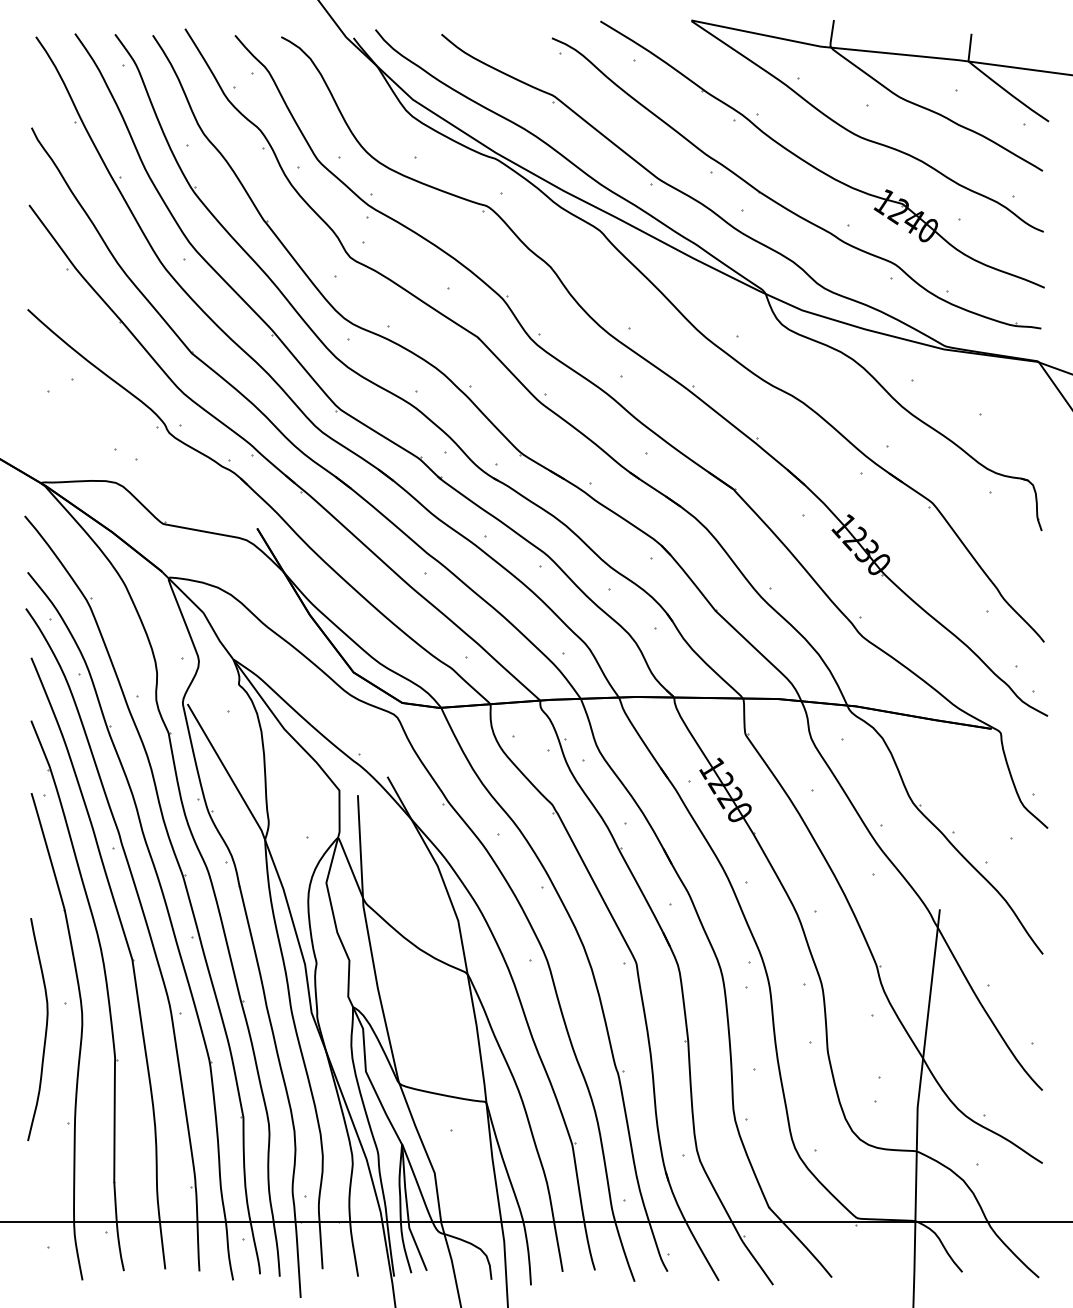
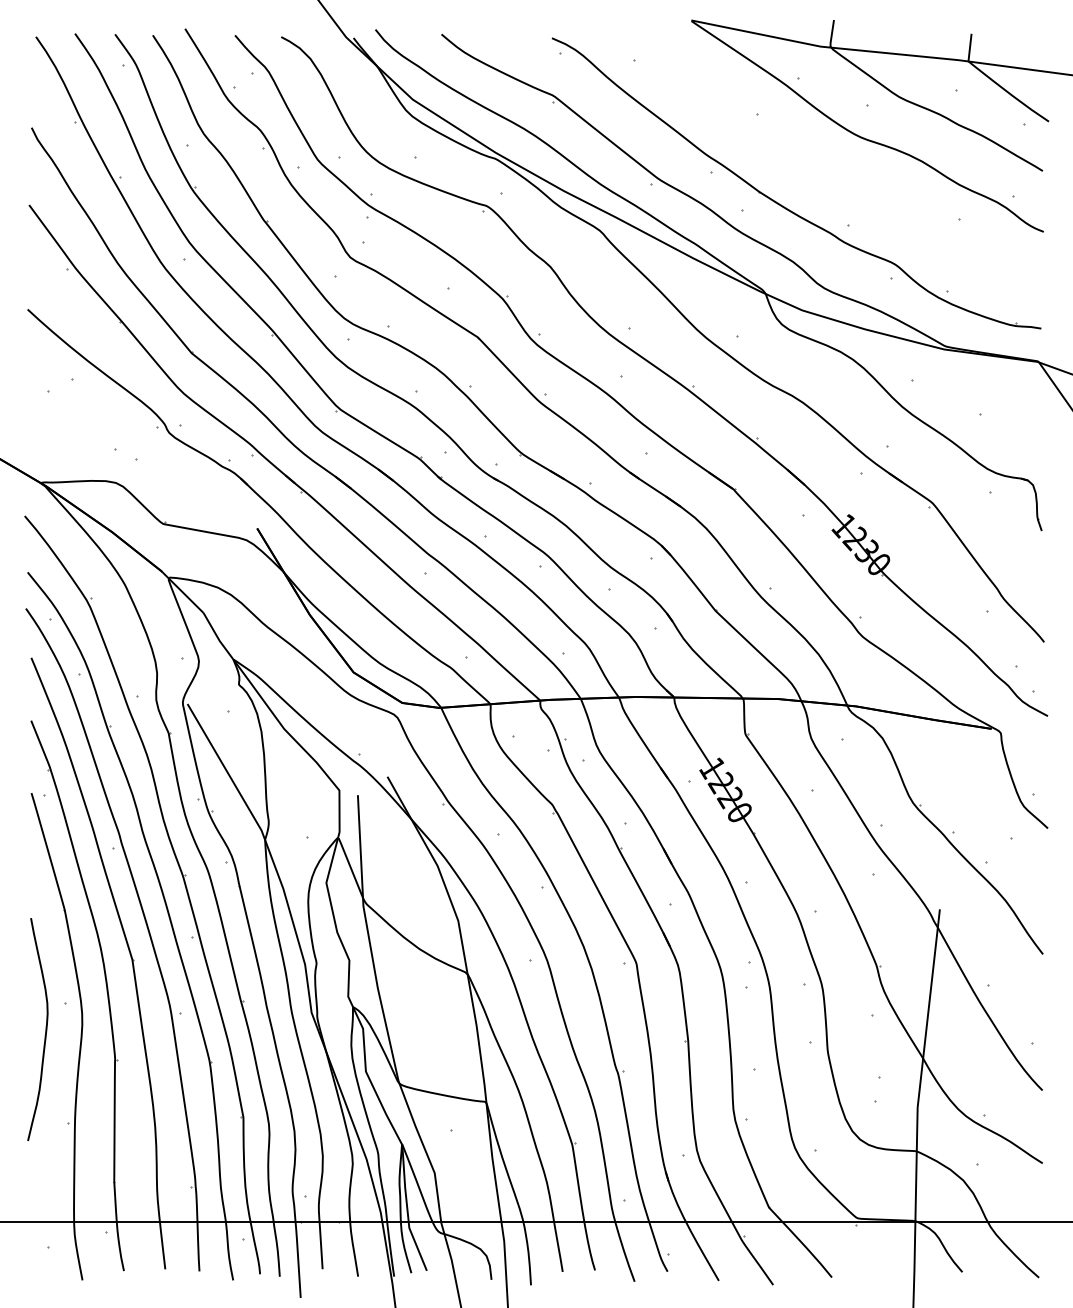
part at (813, 165): present -> none
